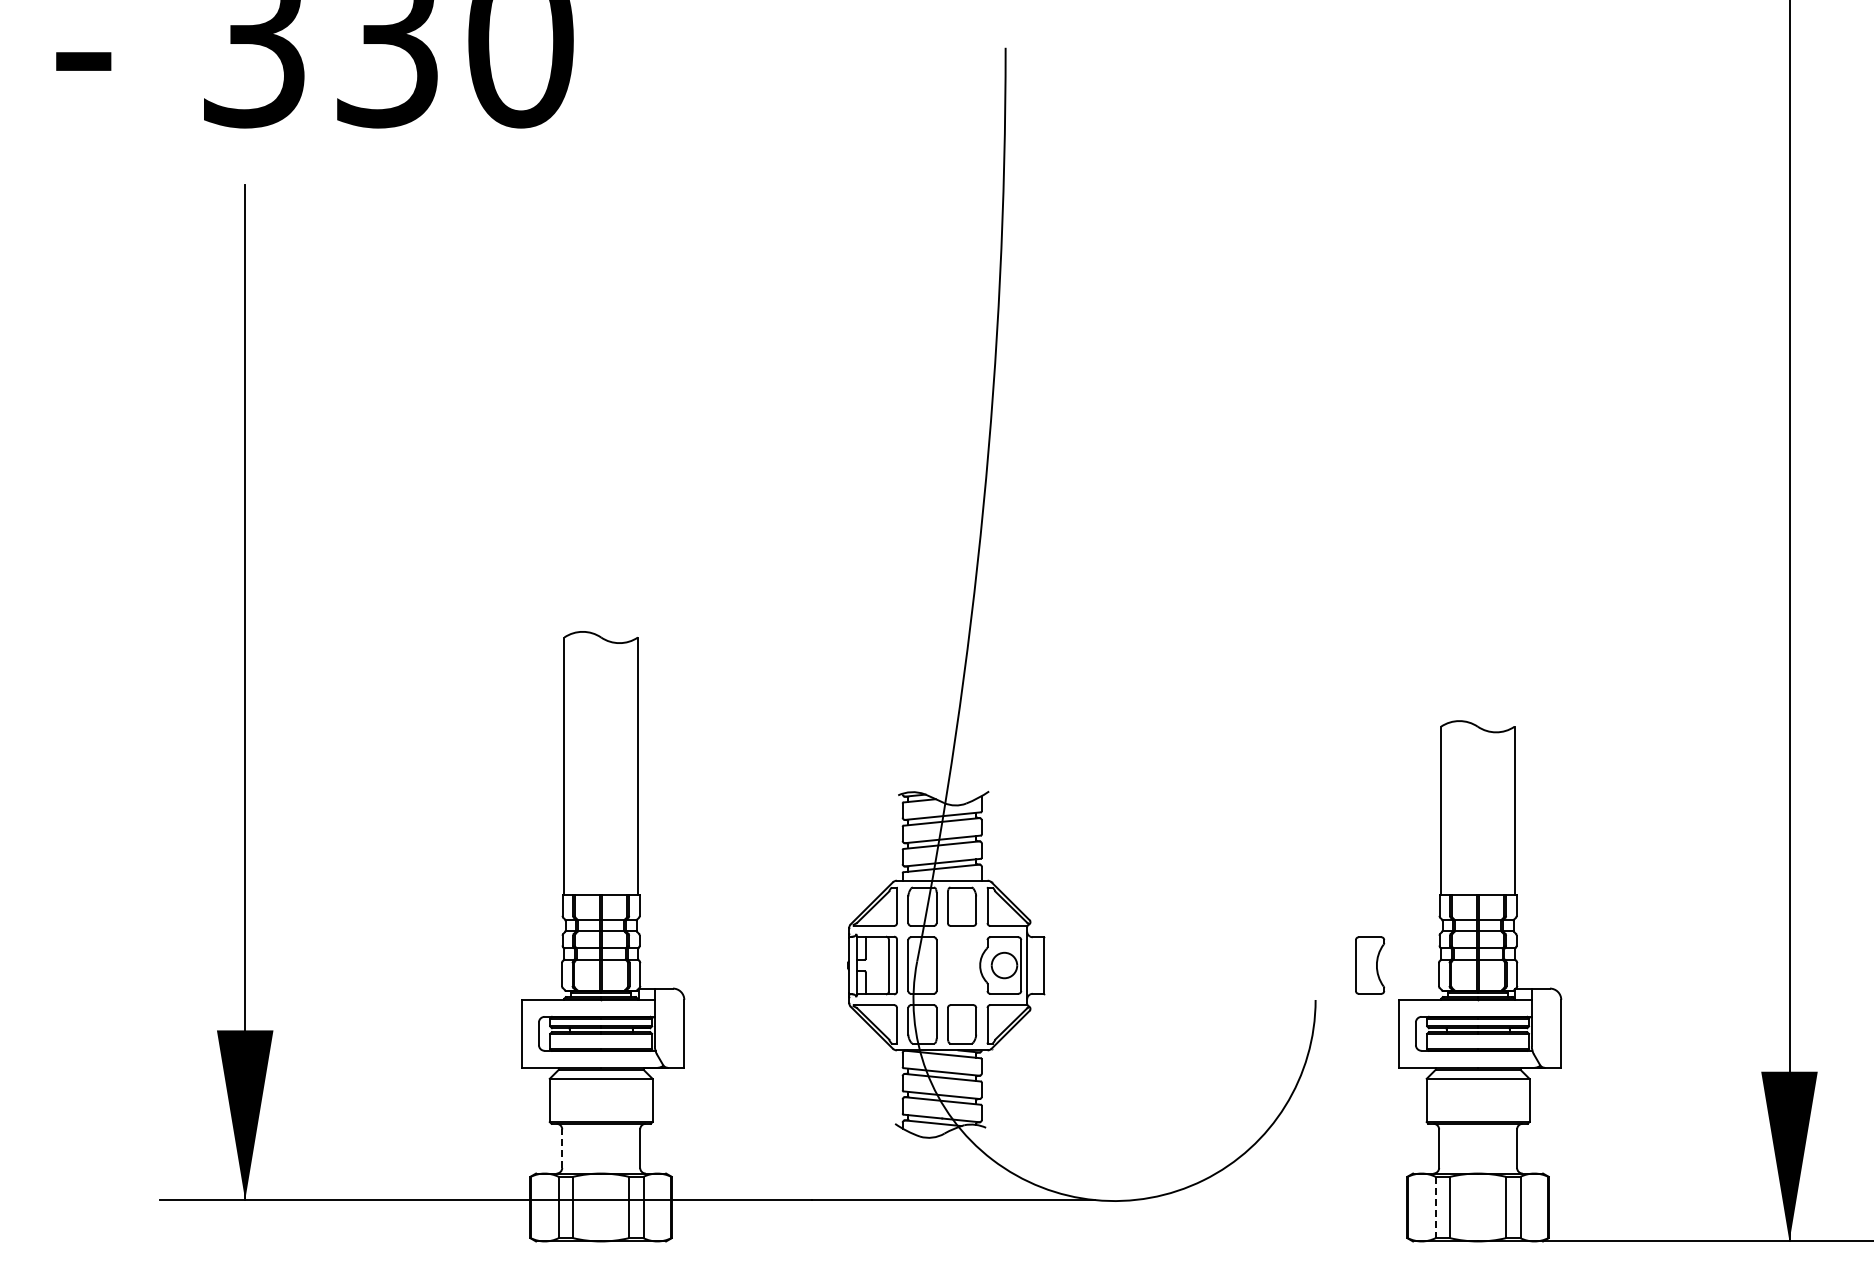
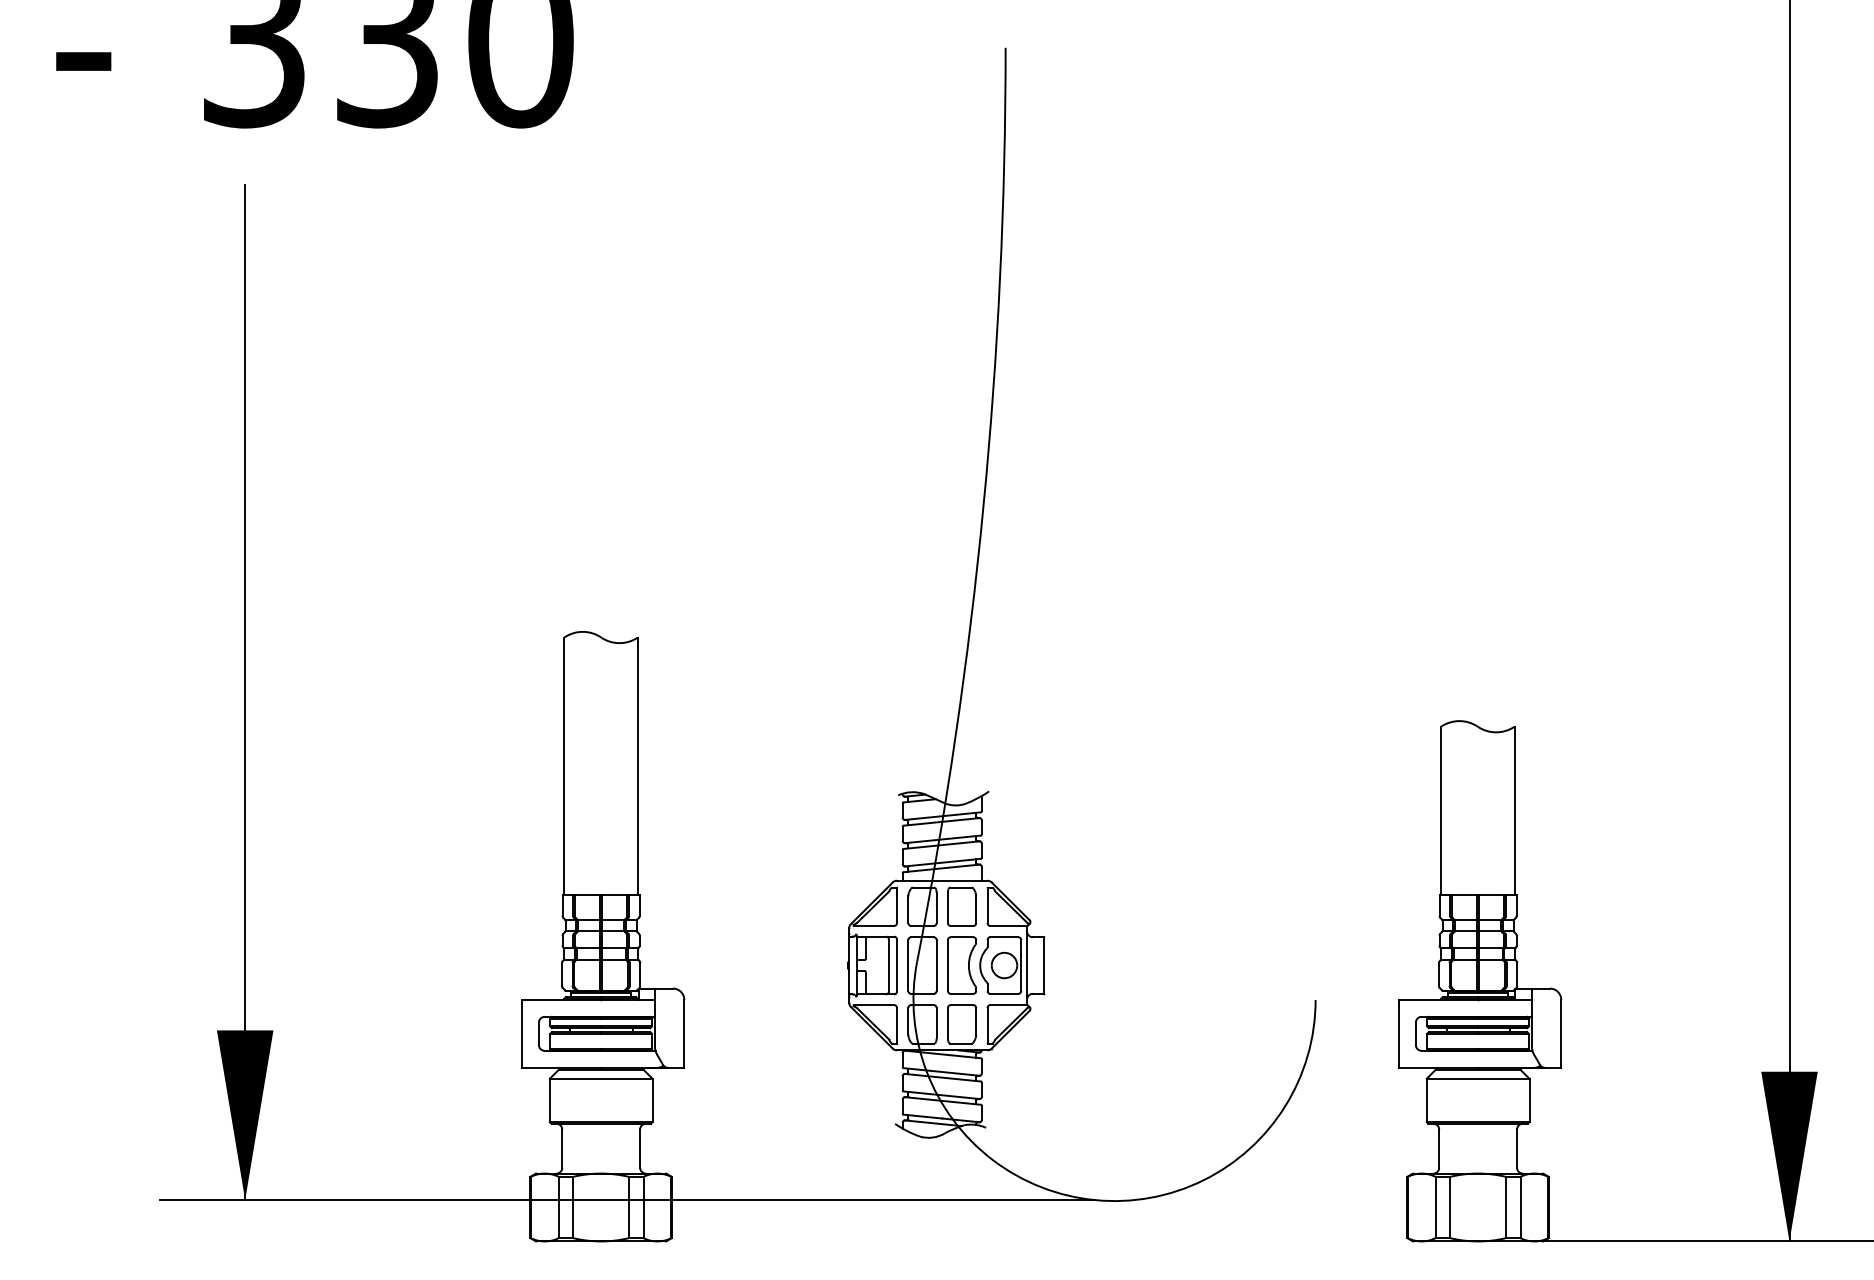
part at (1370, 965) position: (1370, 965) -> (962, 965)
line at (562, 1148): dashed -> solid
line at (1435, 1207): dashed -> solid
